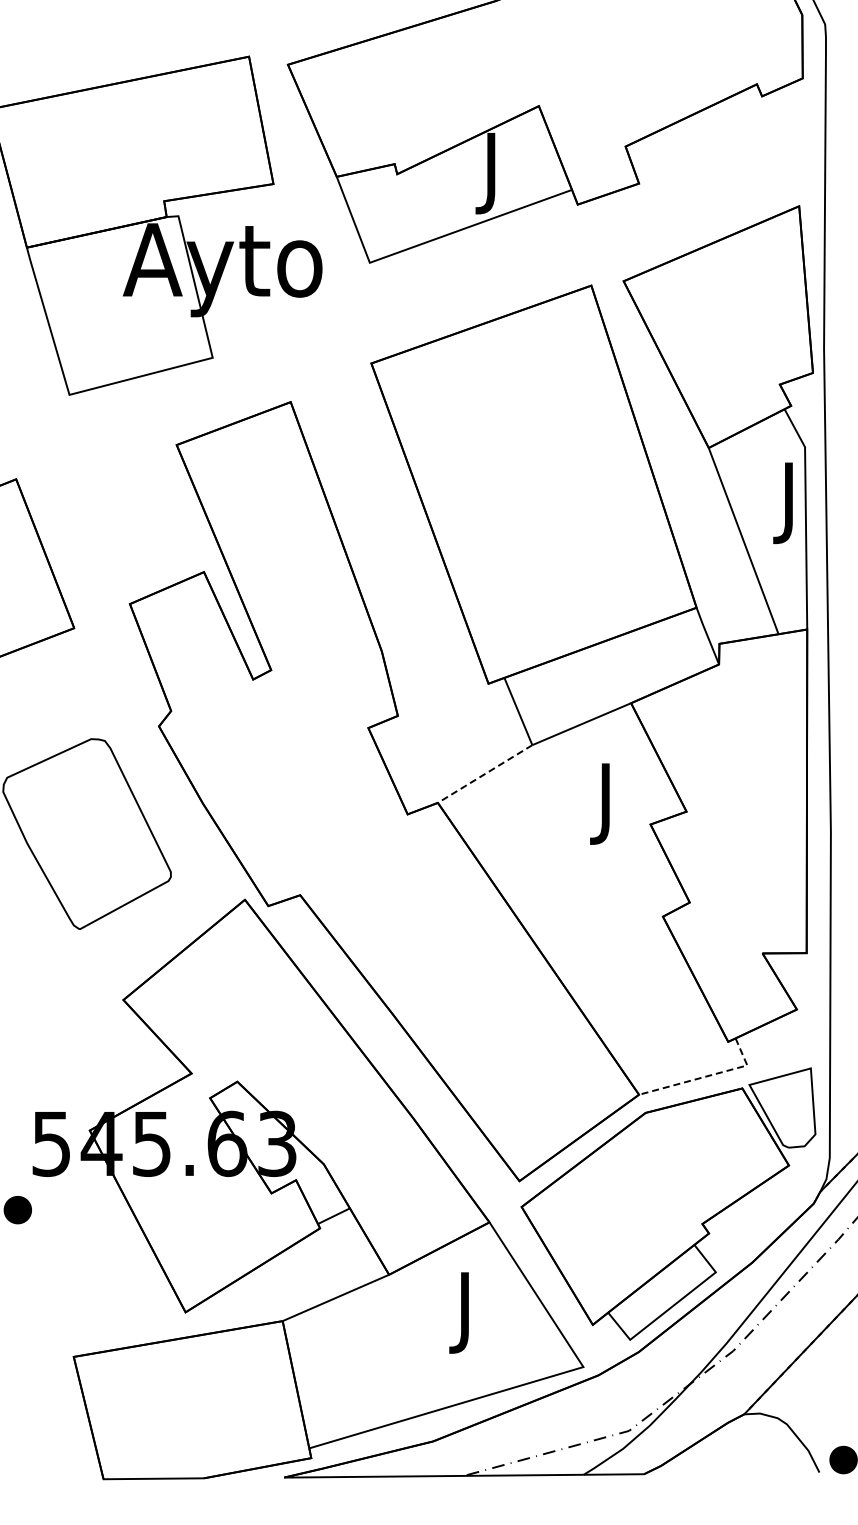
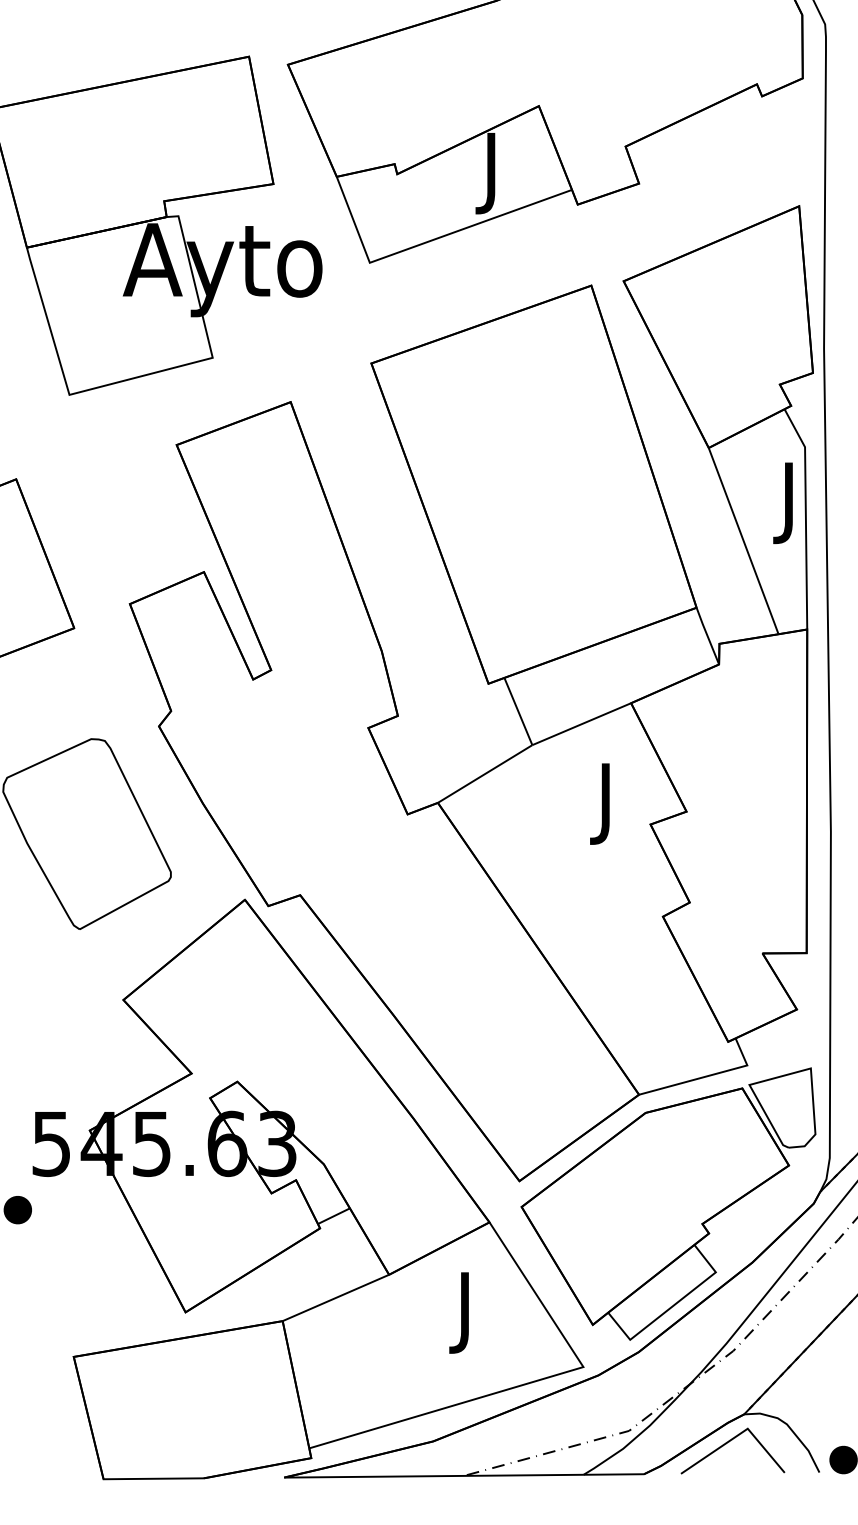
line at (484, 774): dashed -> solid
line at (708, 1076): dashed -> solid
line at (726, 1444): none -> present
